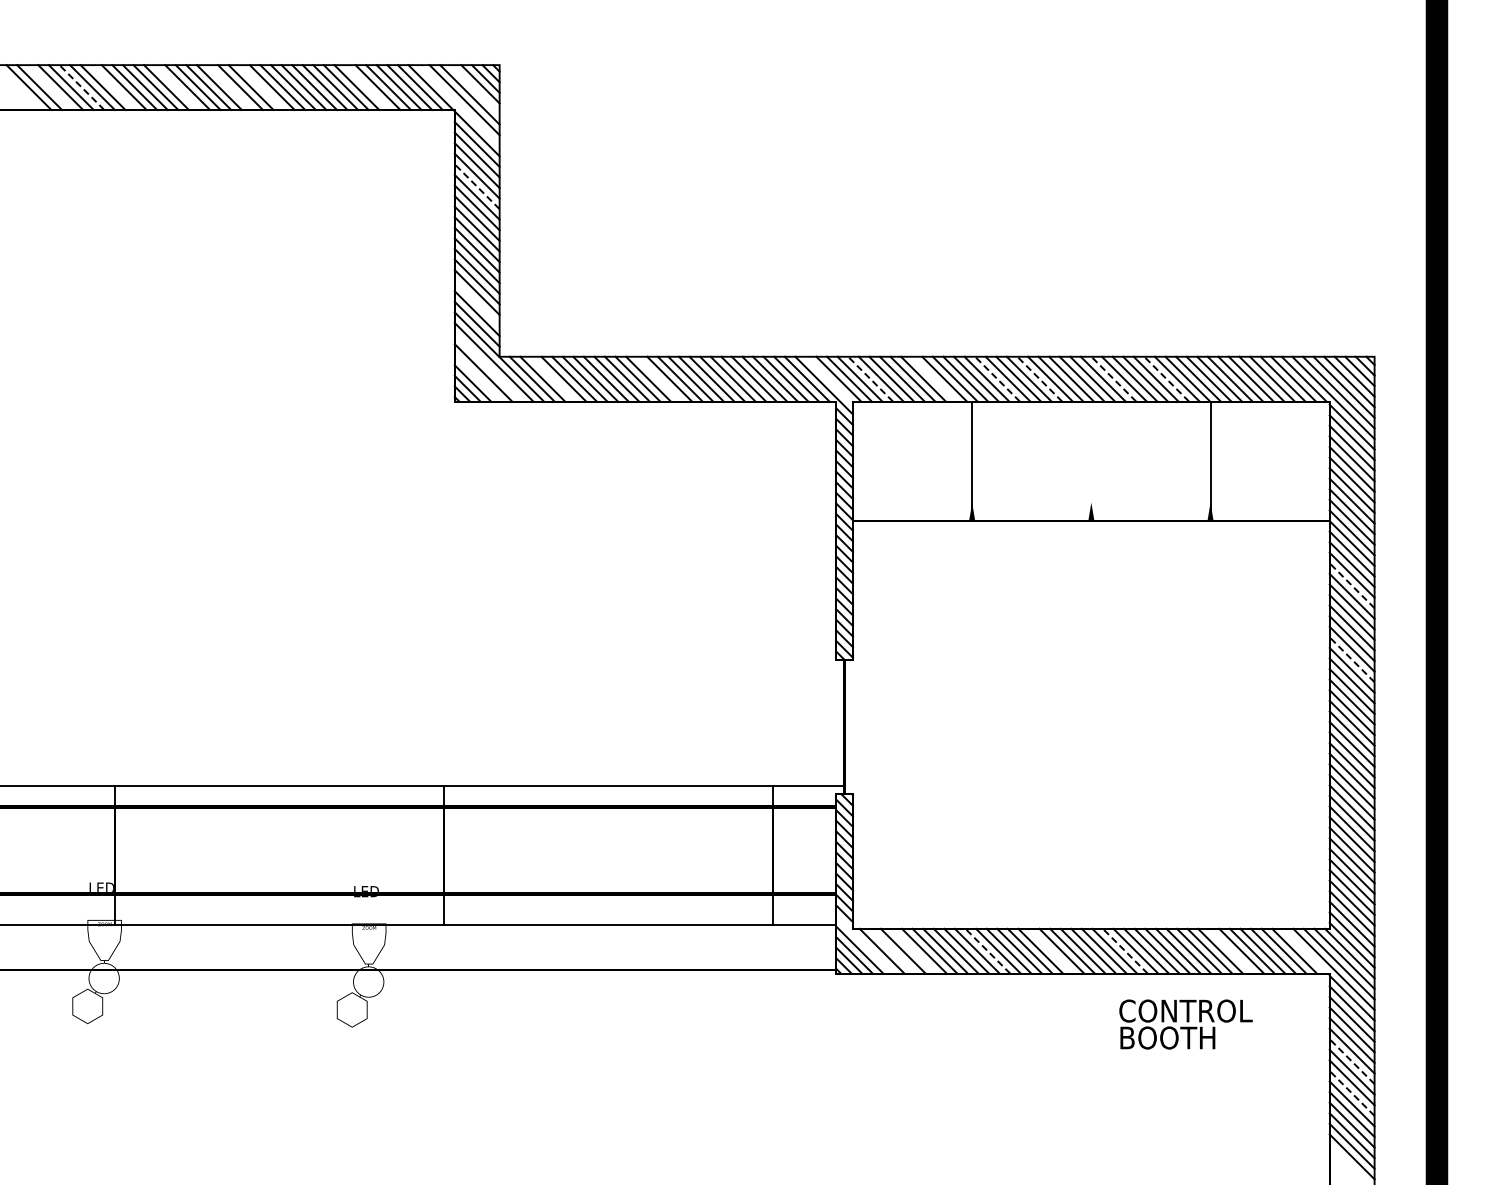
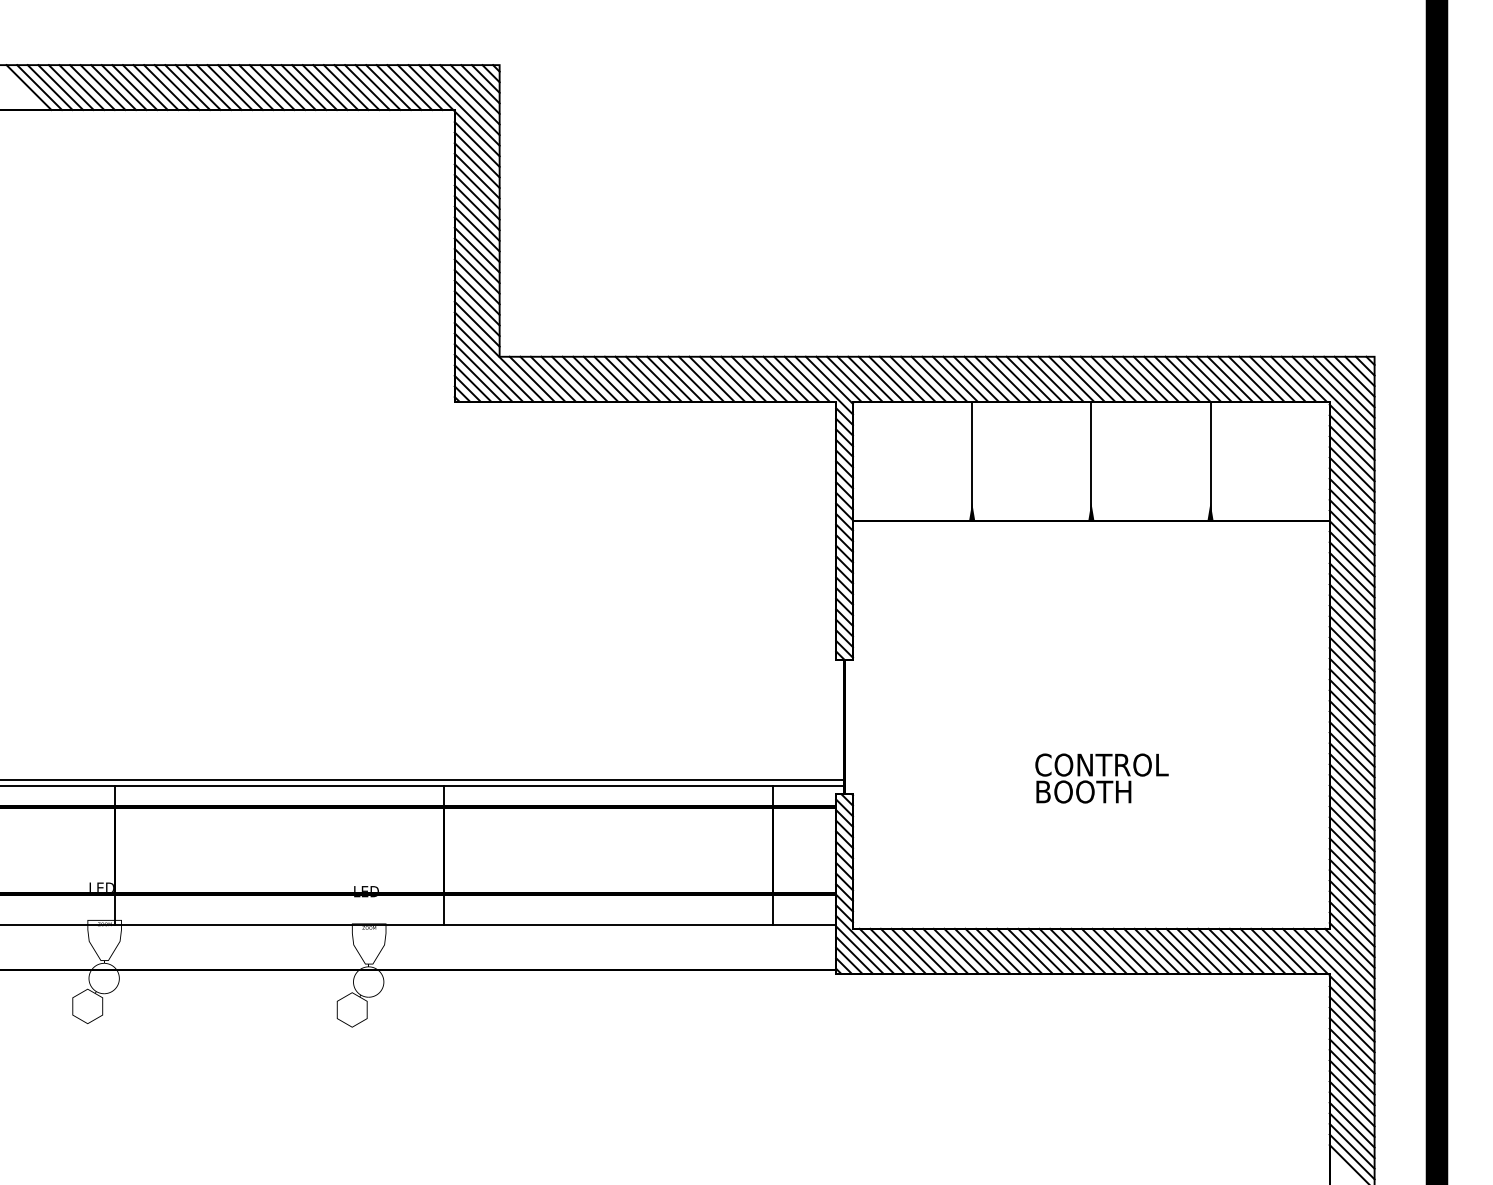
line at (49, 87): none -> present
line at (81, 87): dashed -> solid
line at (113, 87): none -> present
line at (176, 87): none -> present
line at (229, 87): none -> present
line at (261, 87): none -> present
line at (367, 87): none -> present
line at (474, 89): none -> present
line at (459, 105): none -> present
line at (477, 186): dashed -> solid
line at (476, 302): none -> present
line at (488, 367): none -> present
line at (477, 377): none -> present
line at (552, 378): none -> present
line at (658, 378): none -> present
line at (933, 378): none -> present
line at (828, 379): none -> present
line at (870, 379): dashed -> solid
line at (997, 379): dashed -> solid
line at (1039, 379): dashed -> solid
line at (1113, 379): dashed -> solid
line at (1166, 379): dashed -> solid
line at (1091, 461): none -> present
line at (1352, 585): dashed -> solid
line at (1352, 659): dashed -> solid
line at (423, 780): none -> present
line at (865, 944): none -> present
line at (892, 950): none -> present
line at (913, 950): none -> present
line at (1050, 950): none -> present
line at (1230, 950): none -> present
line at (1304, 950): none -> present
line at (987, 951): dashed -> solid
line at (1125, 951): dashed -> solid
text at (1185, 1024) position: (1185, 1024) -> (1101, 778)
line at (1352, 1061): dashed -> solid
line at (1352, 1093): dashed -> solid
line at (1347, 1163): none -> present
